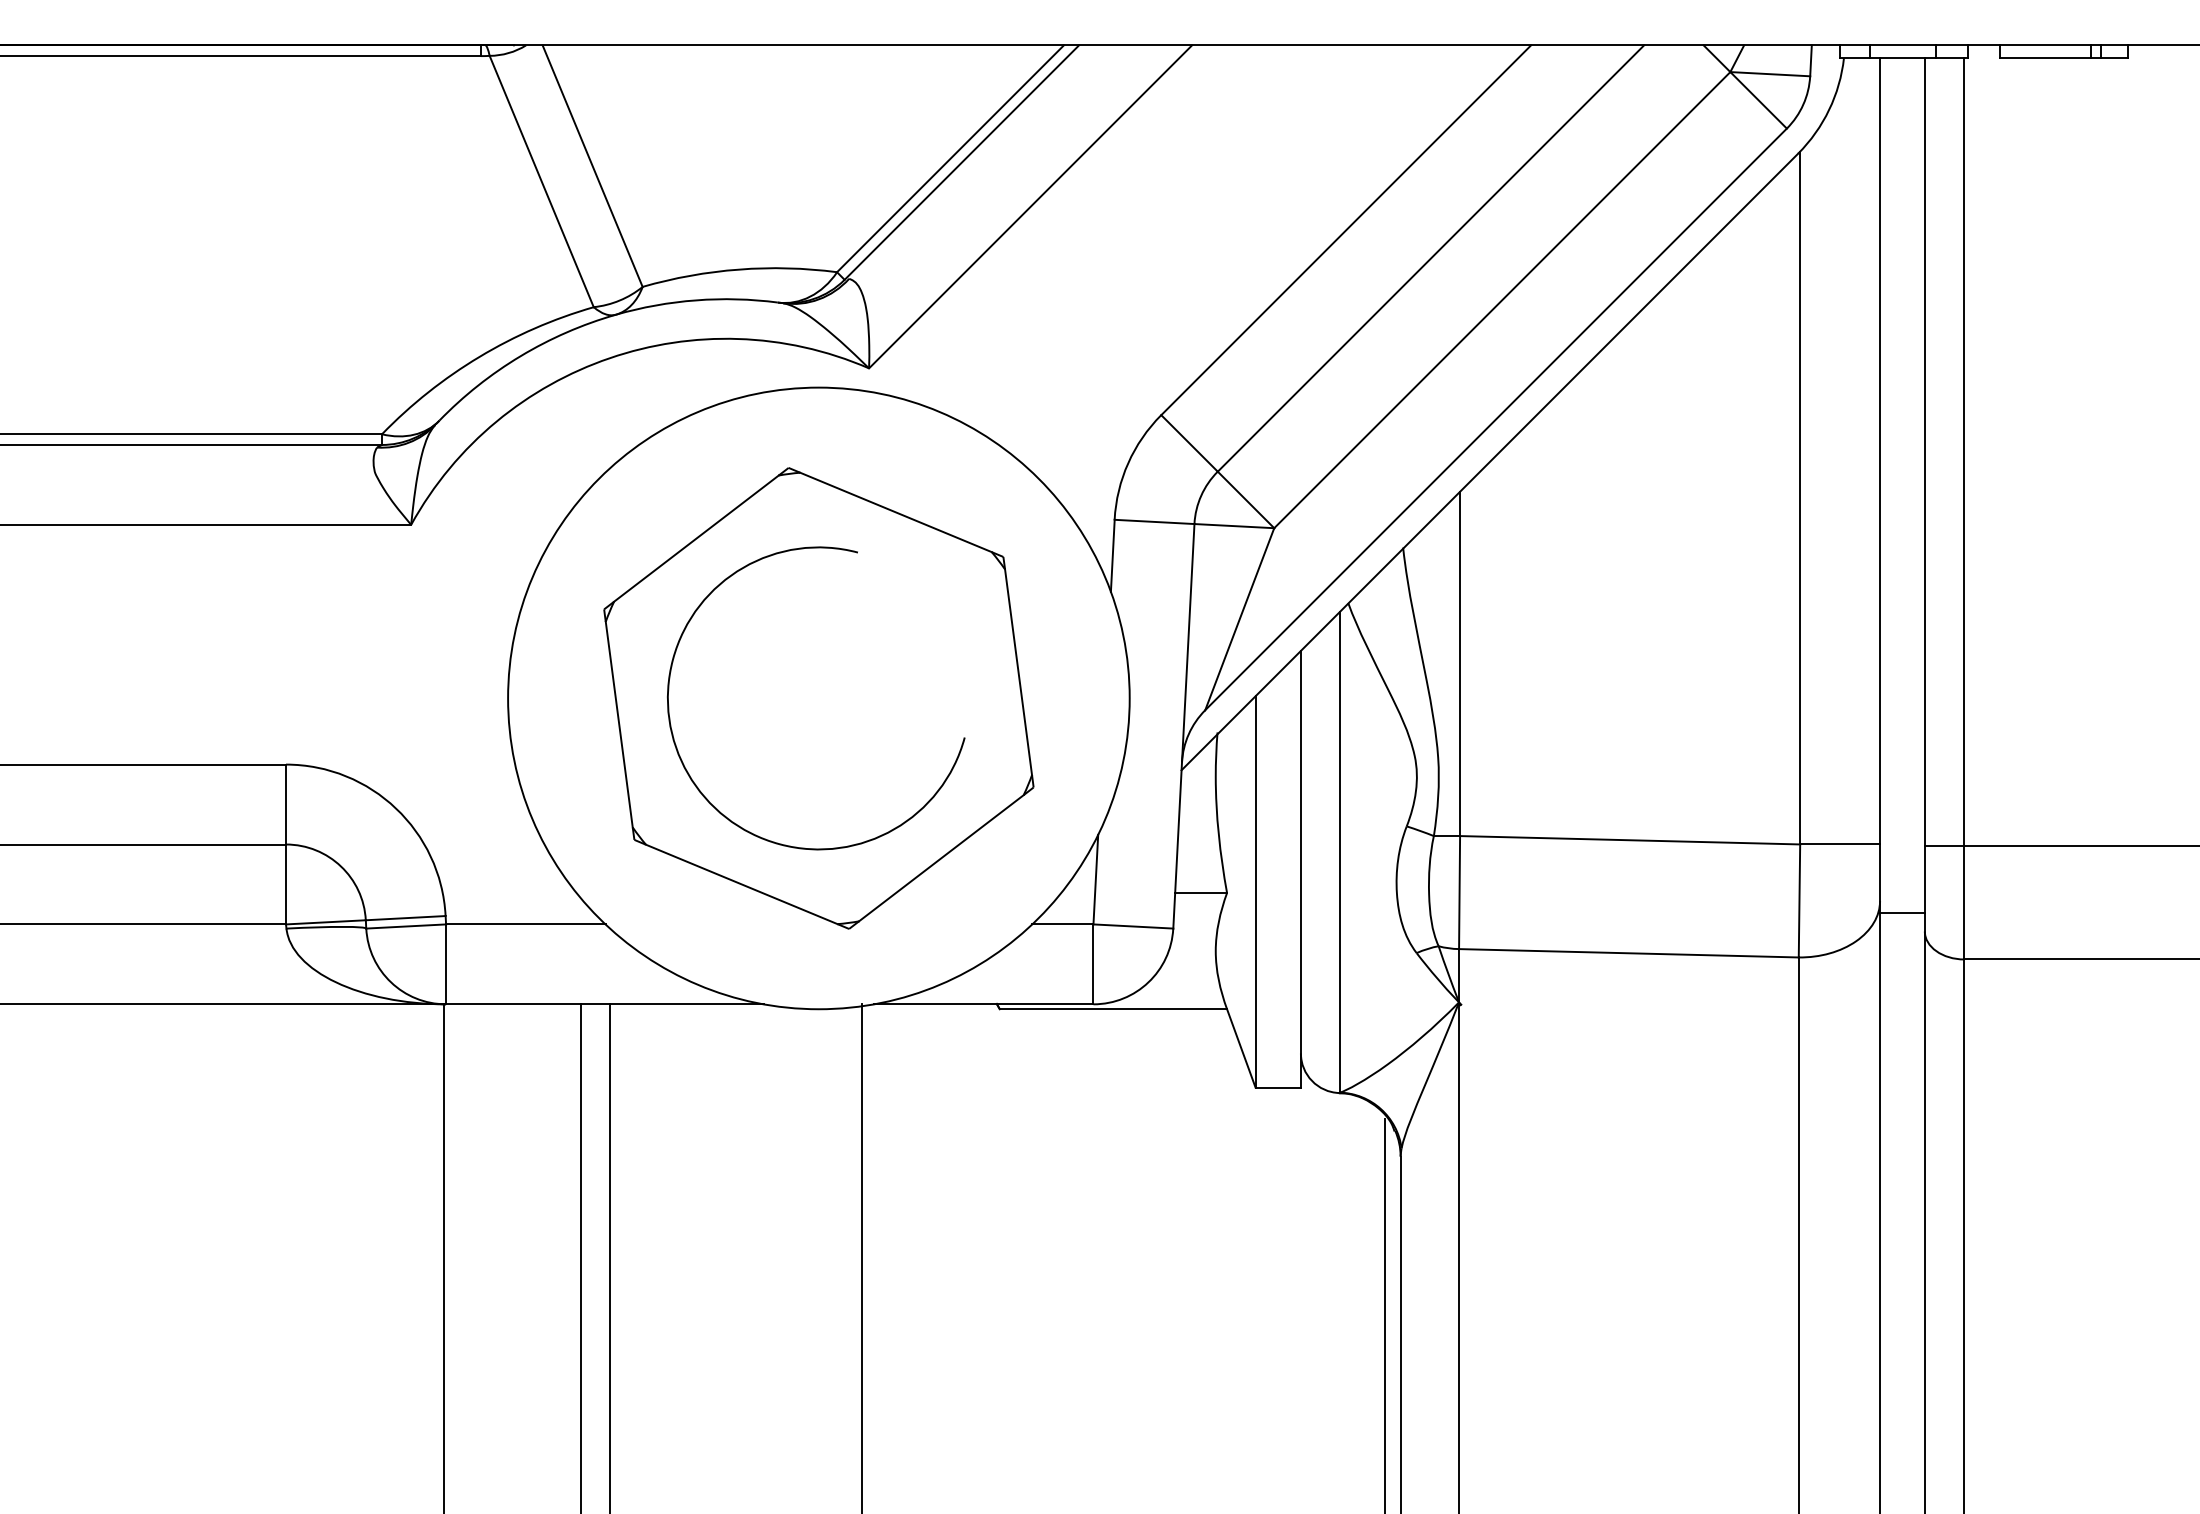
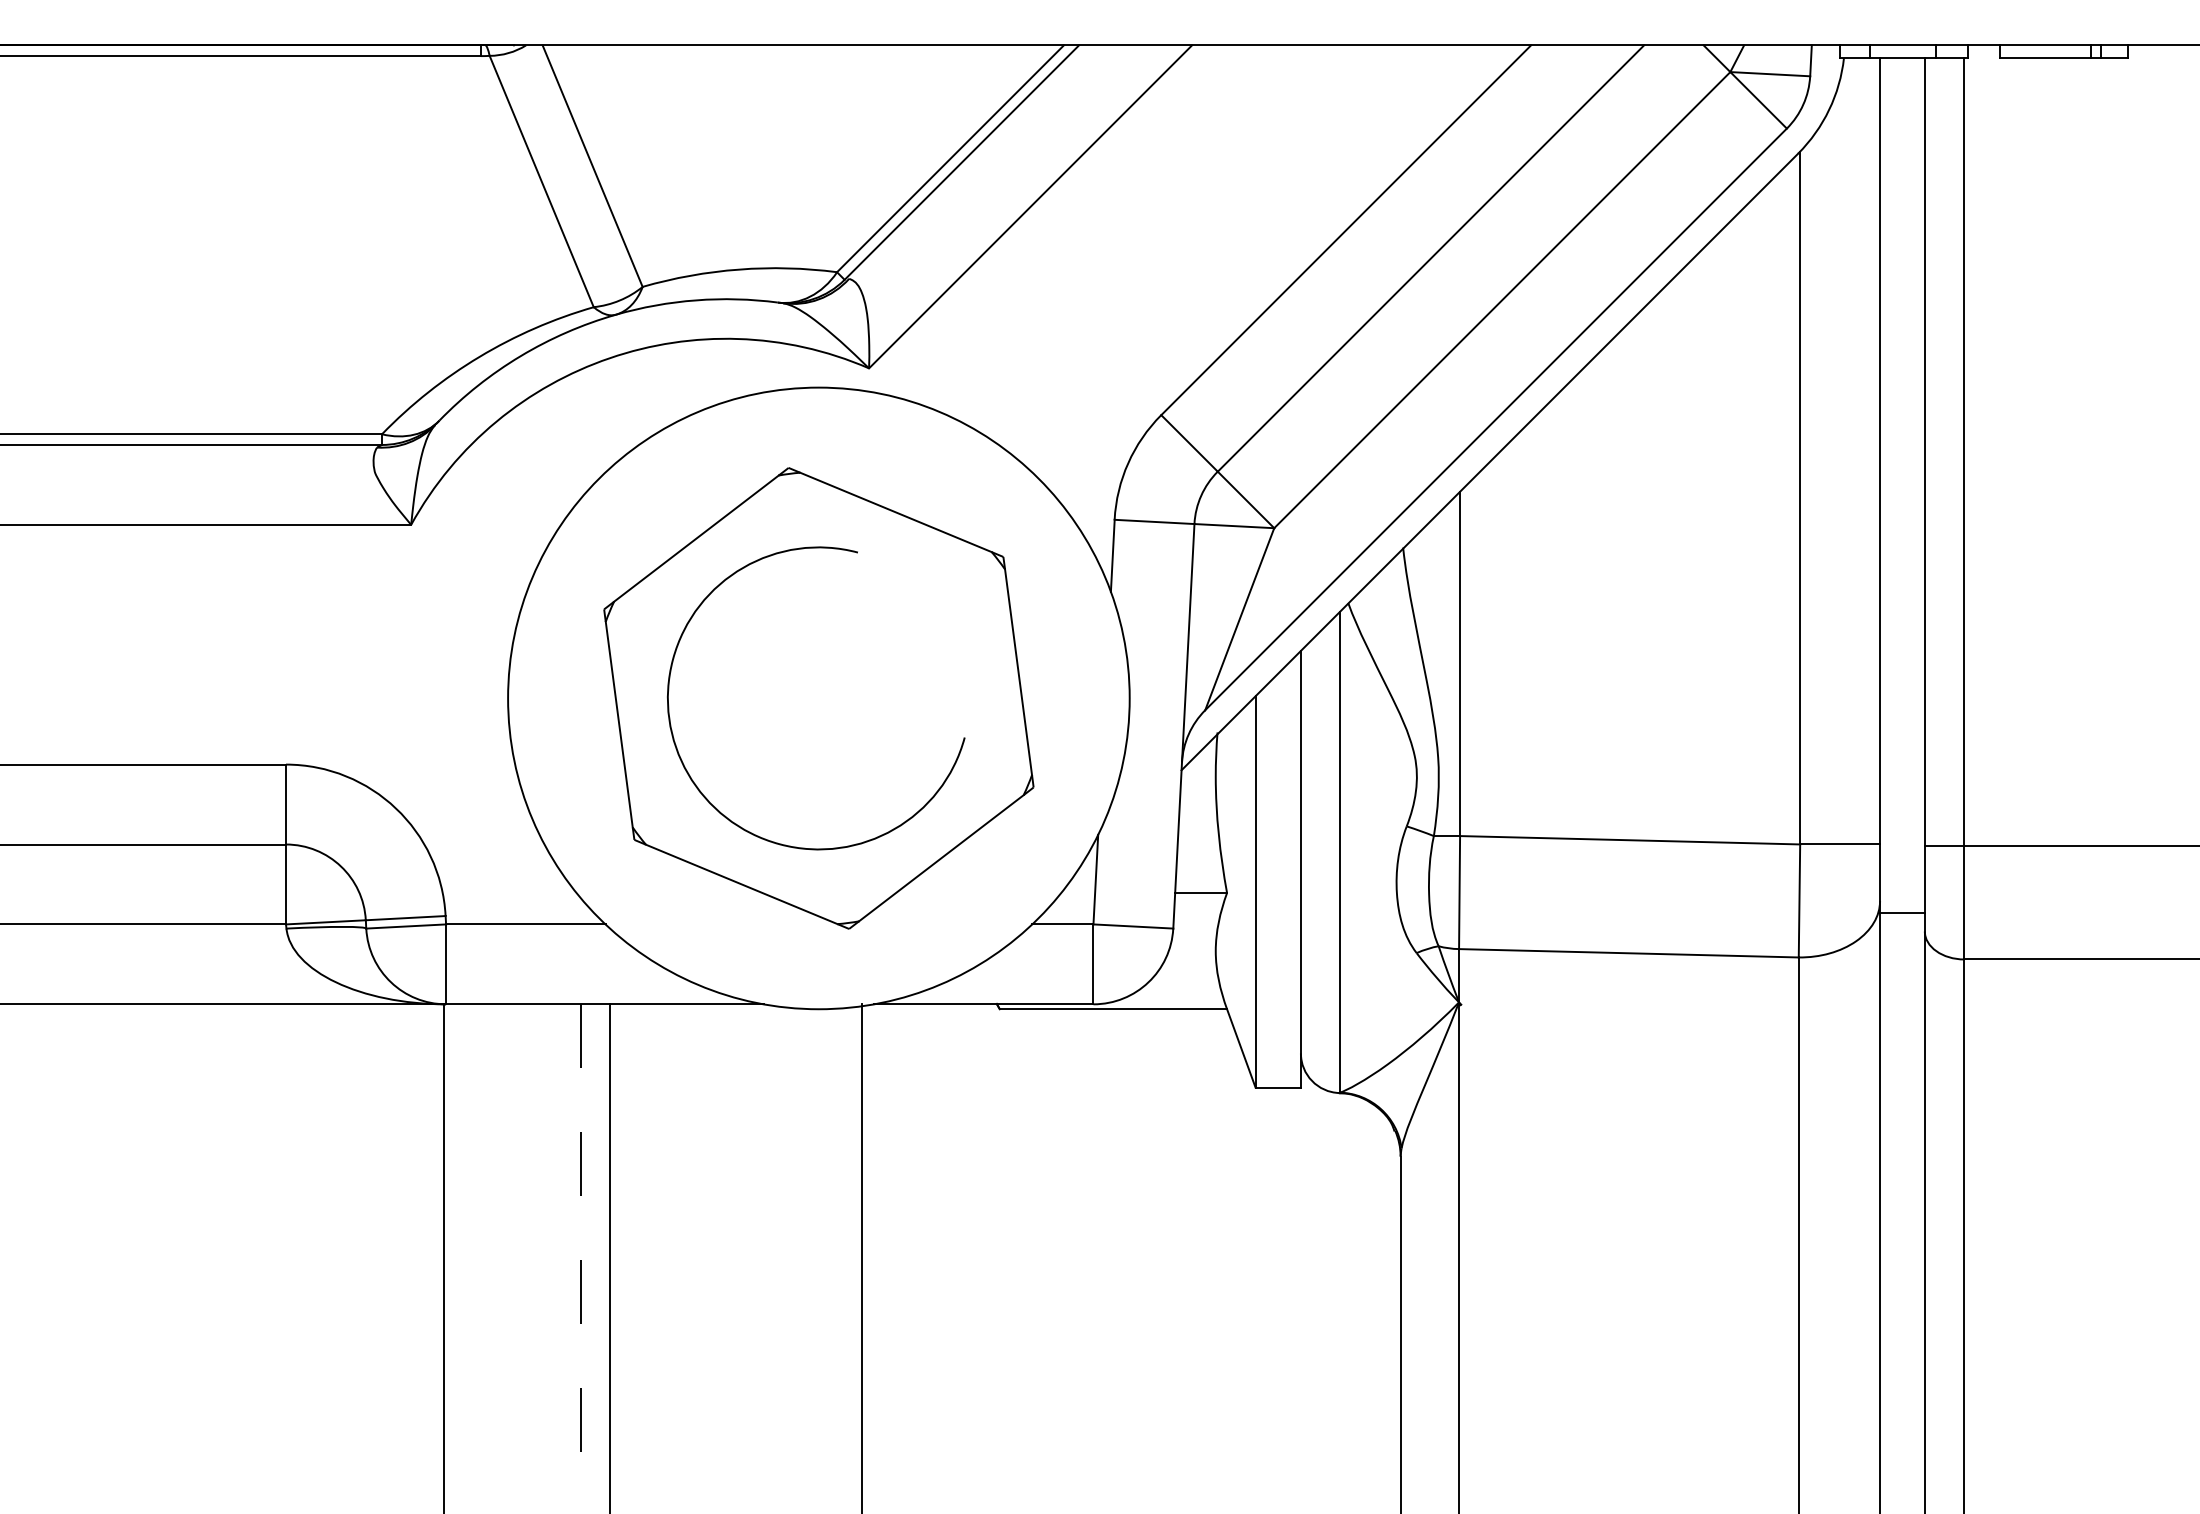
line at (580, 1259): solid -> dashed
line at (1385, 1314): present -> none
